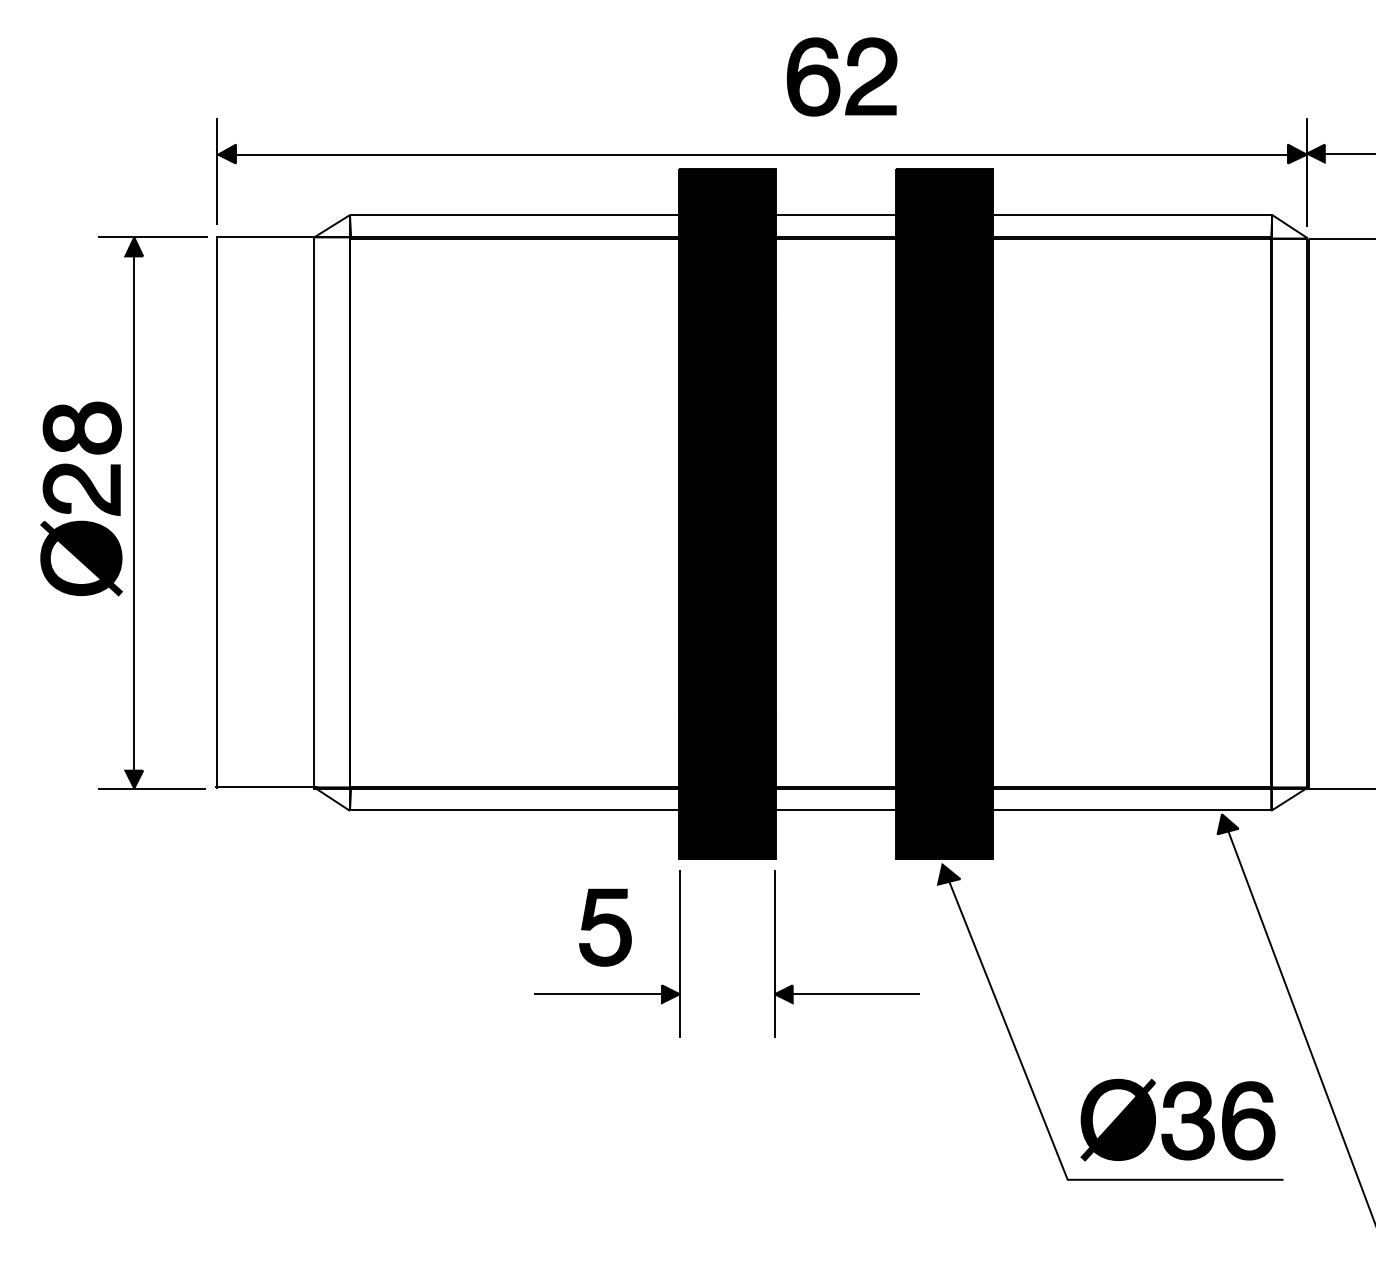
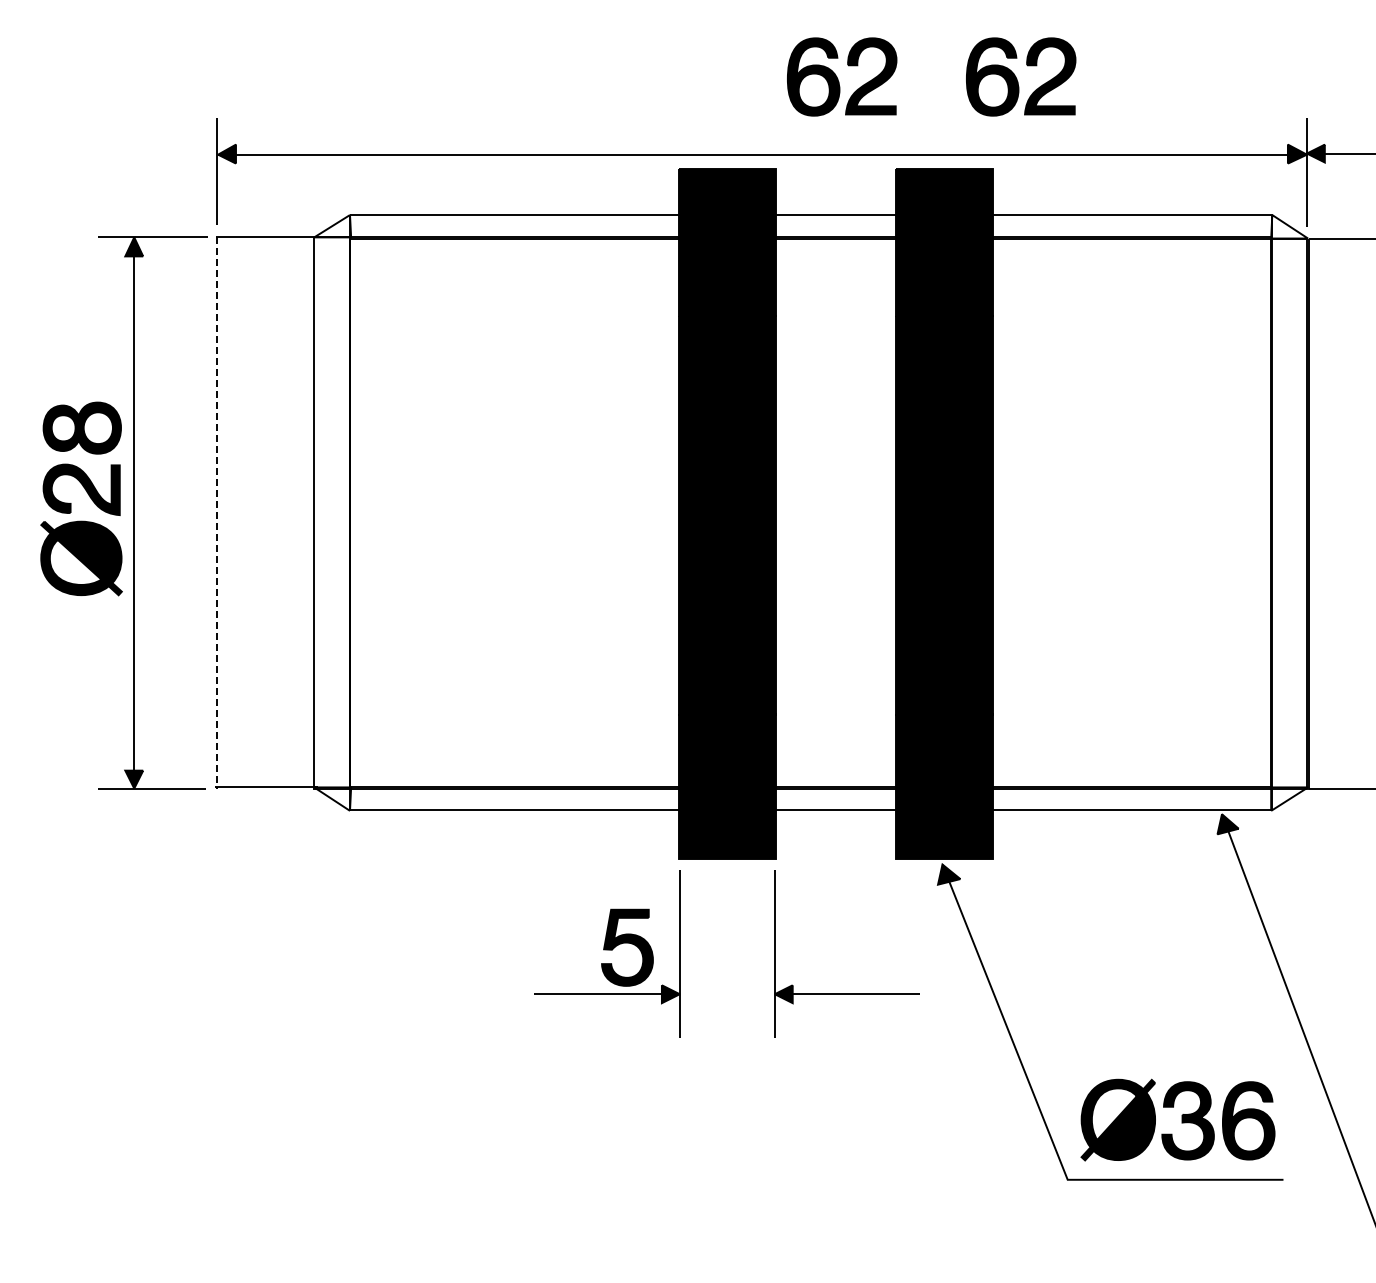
part at (1021, 76): none -> present
line at (216, 512): solid -> dashed
part at (605, 927) position: (605, 927) -> (627, 947)
